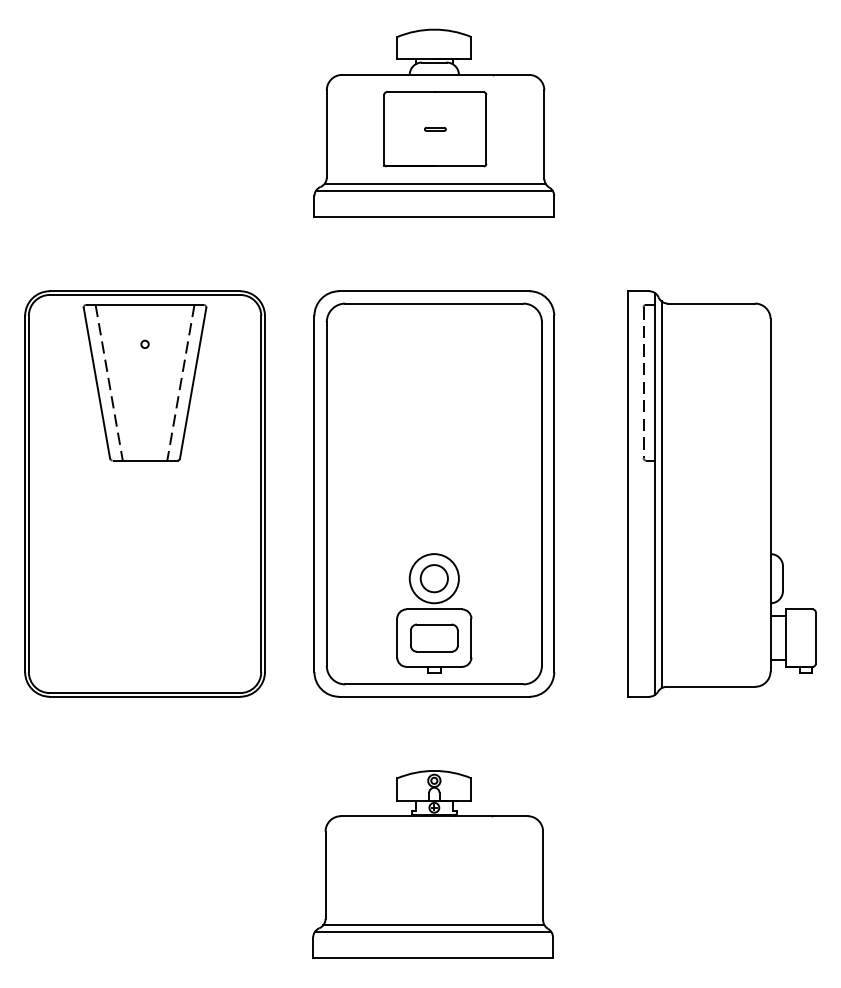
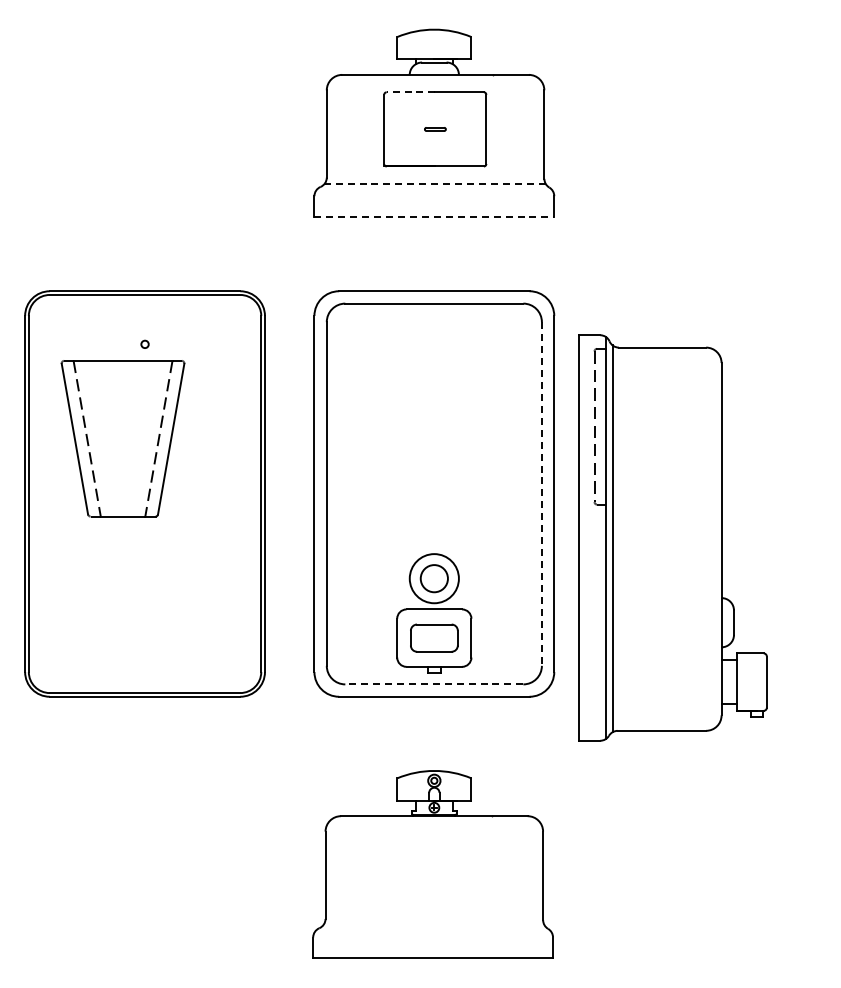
line at (410, 92): solid -> dashed
line at (435, 183): solid -> dashed
line at (434, 190): present -> none
line at (434, 217): solid -> dashed
part at (144, 382) position: (144, 382) -> (122, 438)
part at (721, 493) position: (721, 493) -> (672, 537)
line at (541, 494): solid -> dashed
line at (433, 684): solid -> dashed
line at (433, 925): present -> none
line at (432, 931): present -> none
